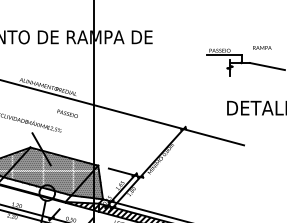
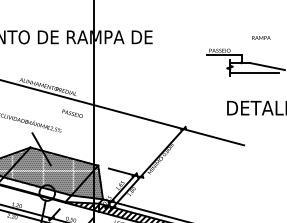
text at (262, 47) position: (262, 47) -> (261, 37)
line at (254, 73): none -> present
text at (67, 113) position: (67, 113) -> (72, 113)
